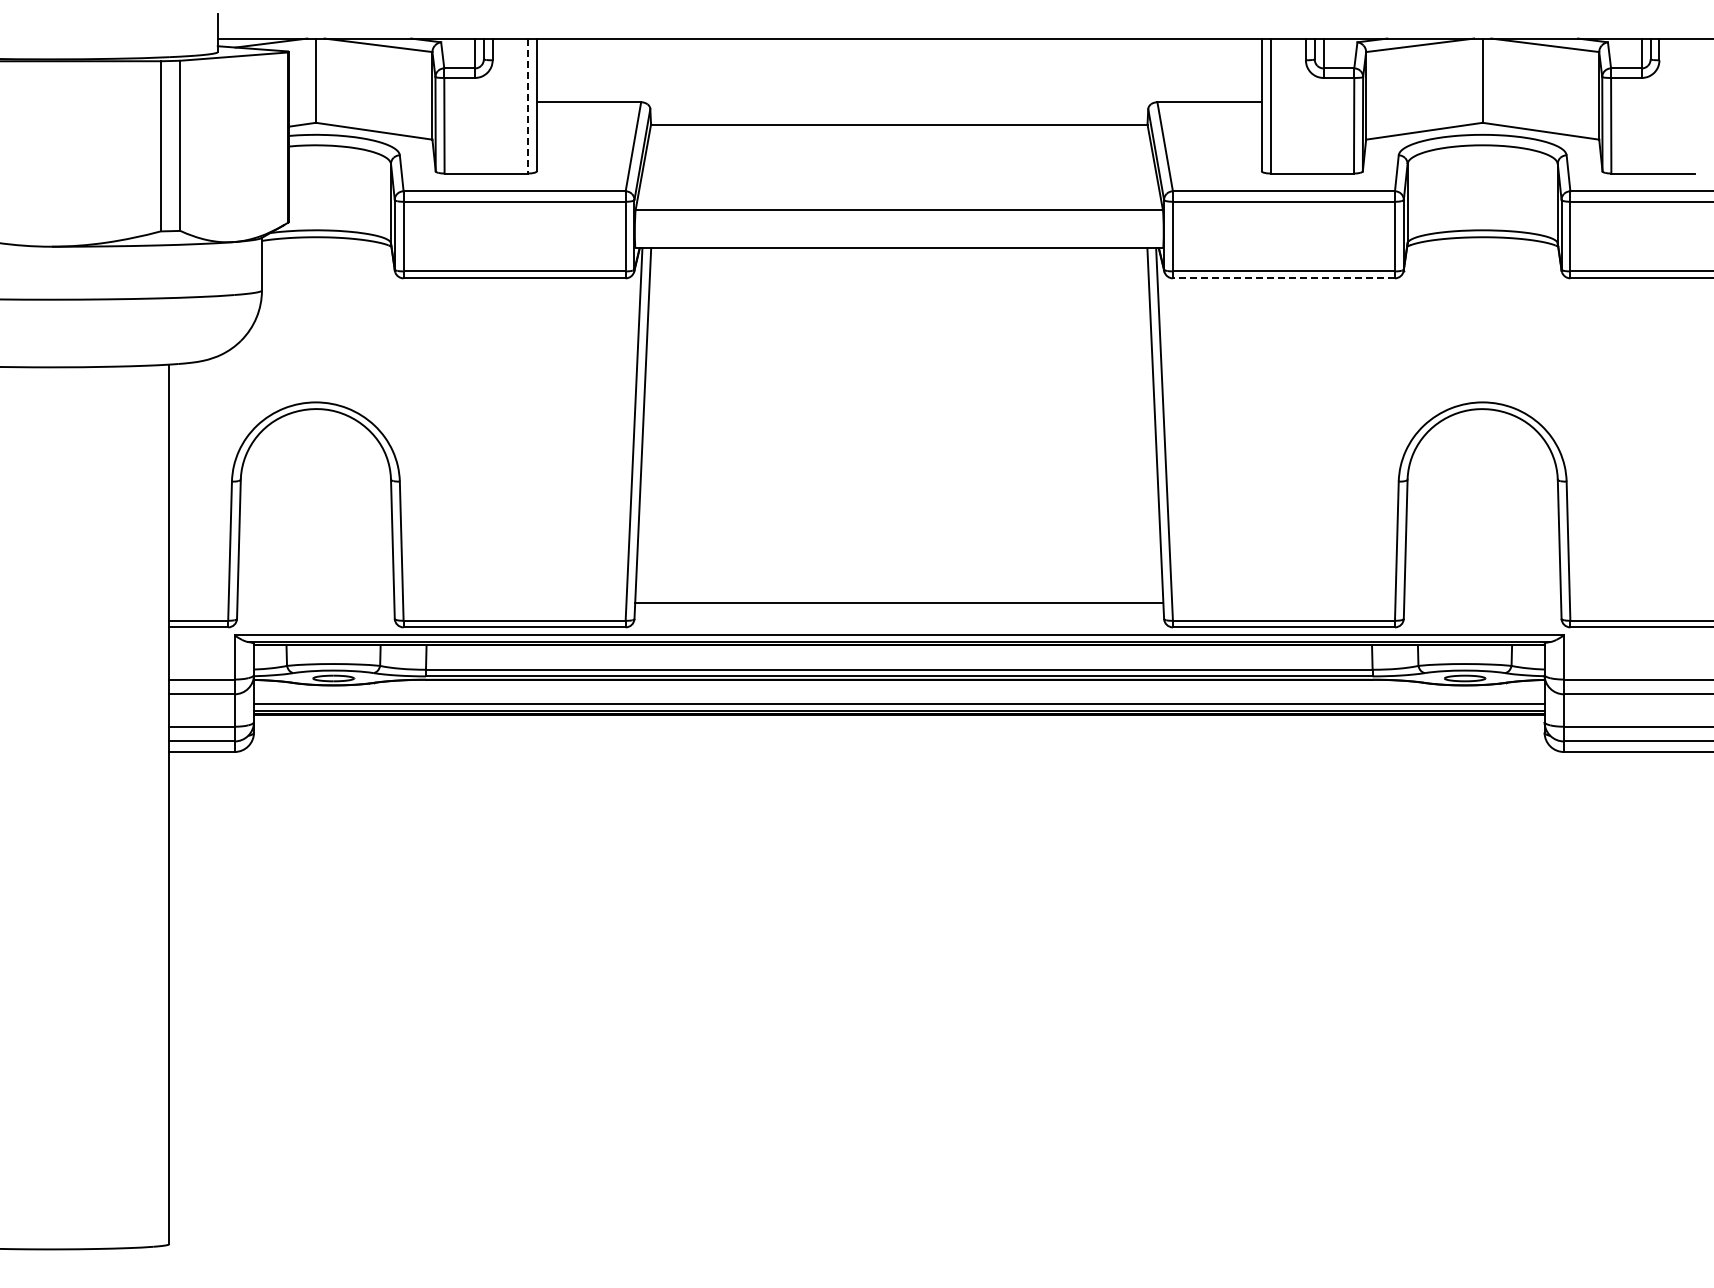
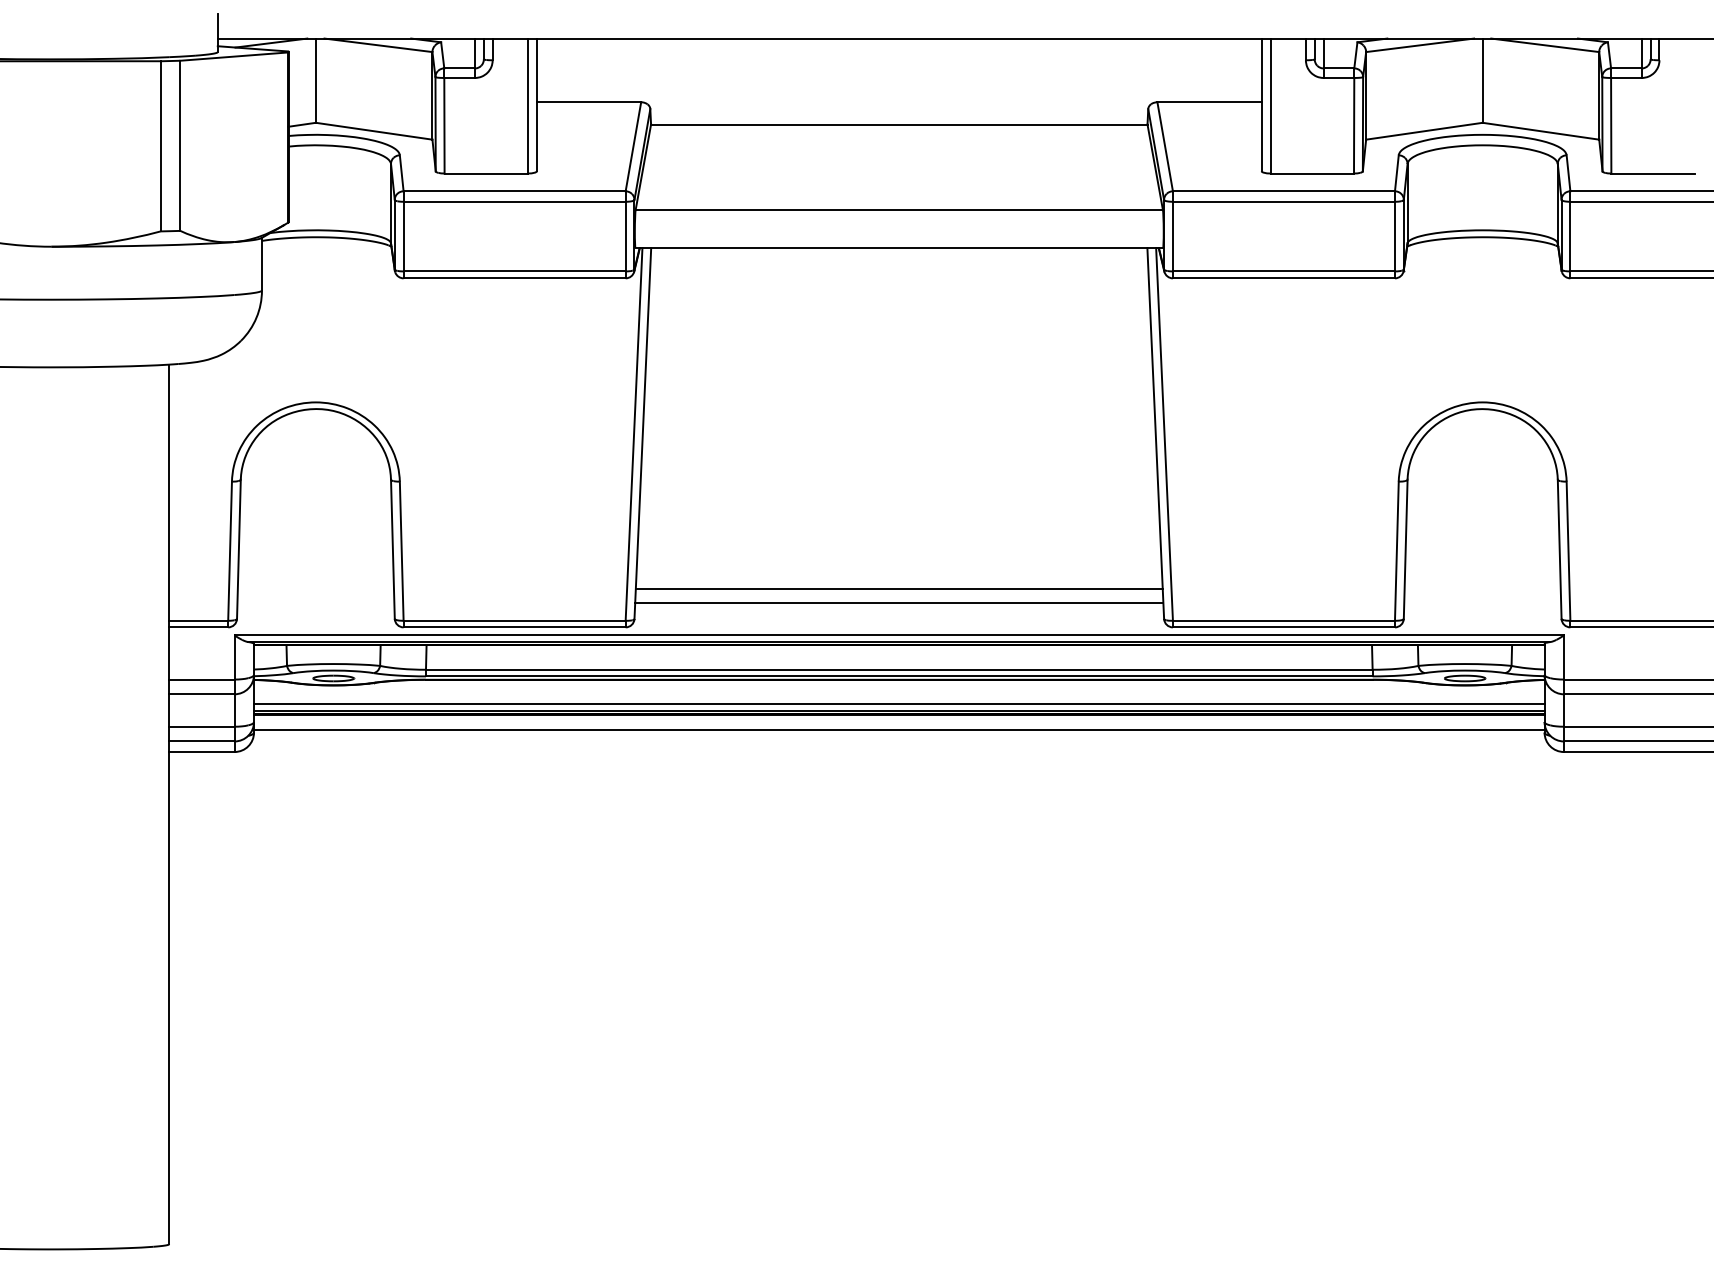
line at (528, 106): dashed -> solid
line at (1283, 278): dashed -> solid
line at (898, 588): none -> present
line at (899, 729): none -> present
